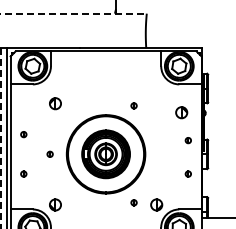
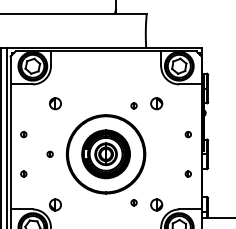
line at (73, 13): dashed -> solid
part at (181, 112) position: (181, 112) -> (156, 103)
line at (0, 138): dashed -> solid
part at (187, 140) position: (187, 140) -> (187, 134)
